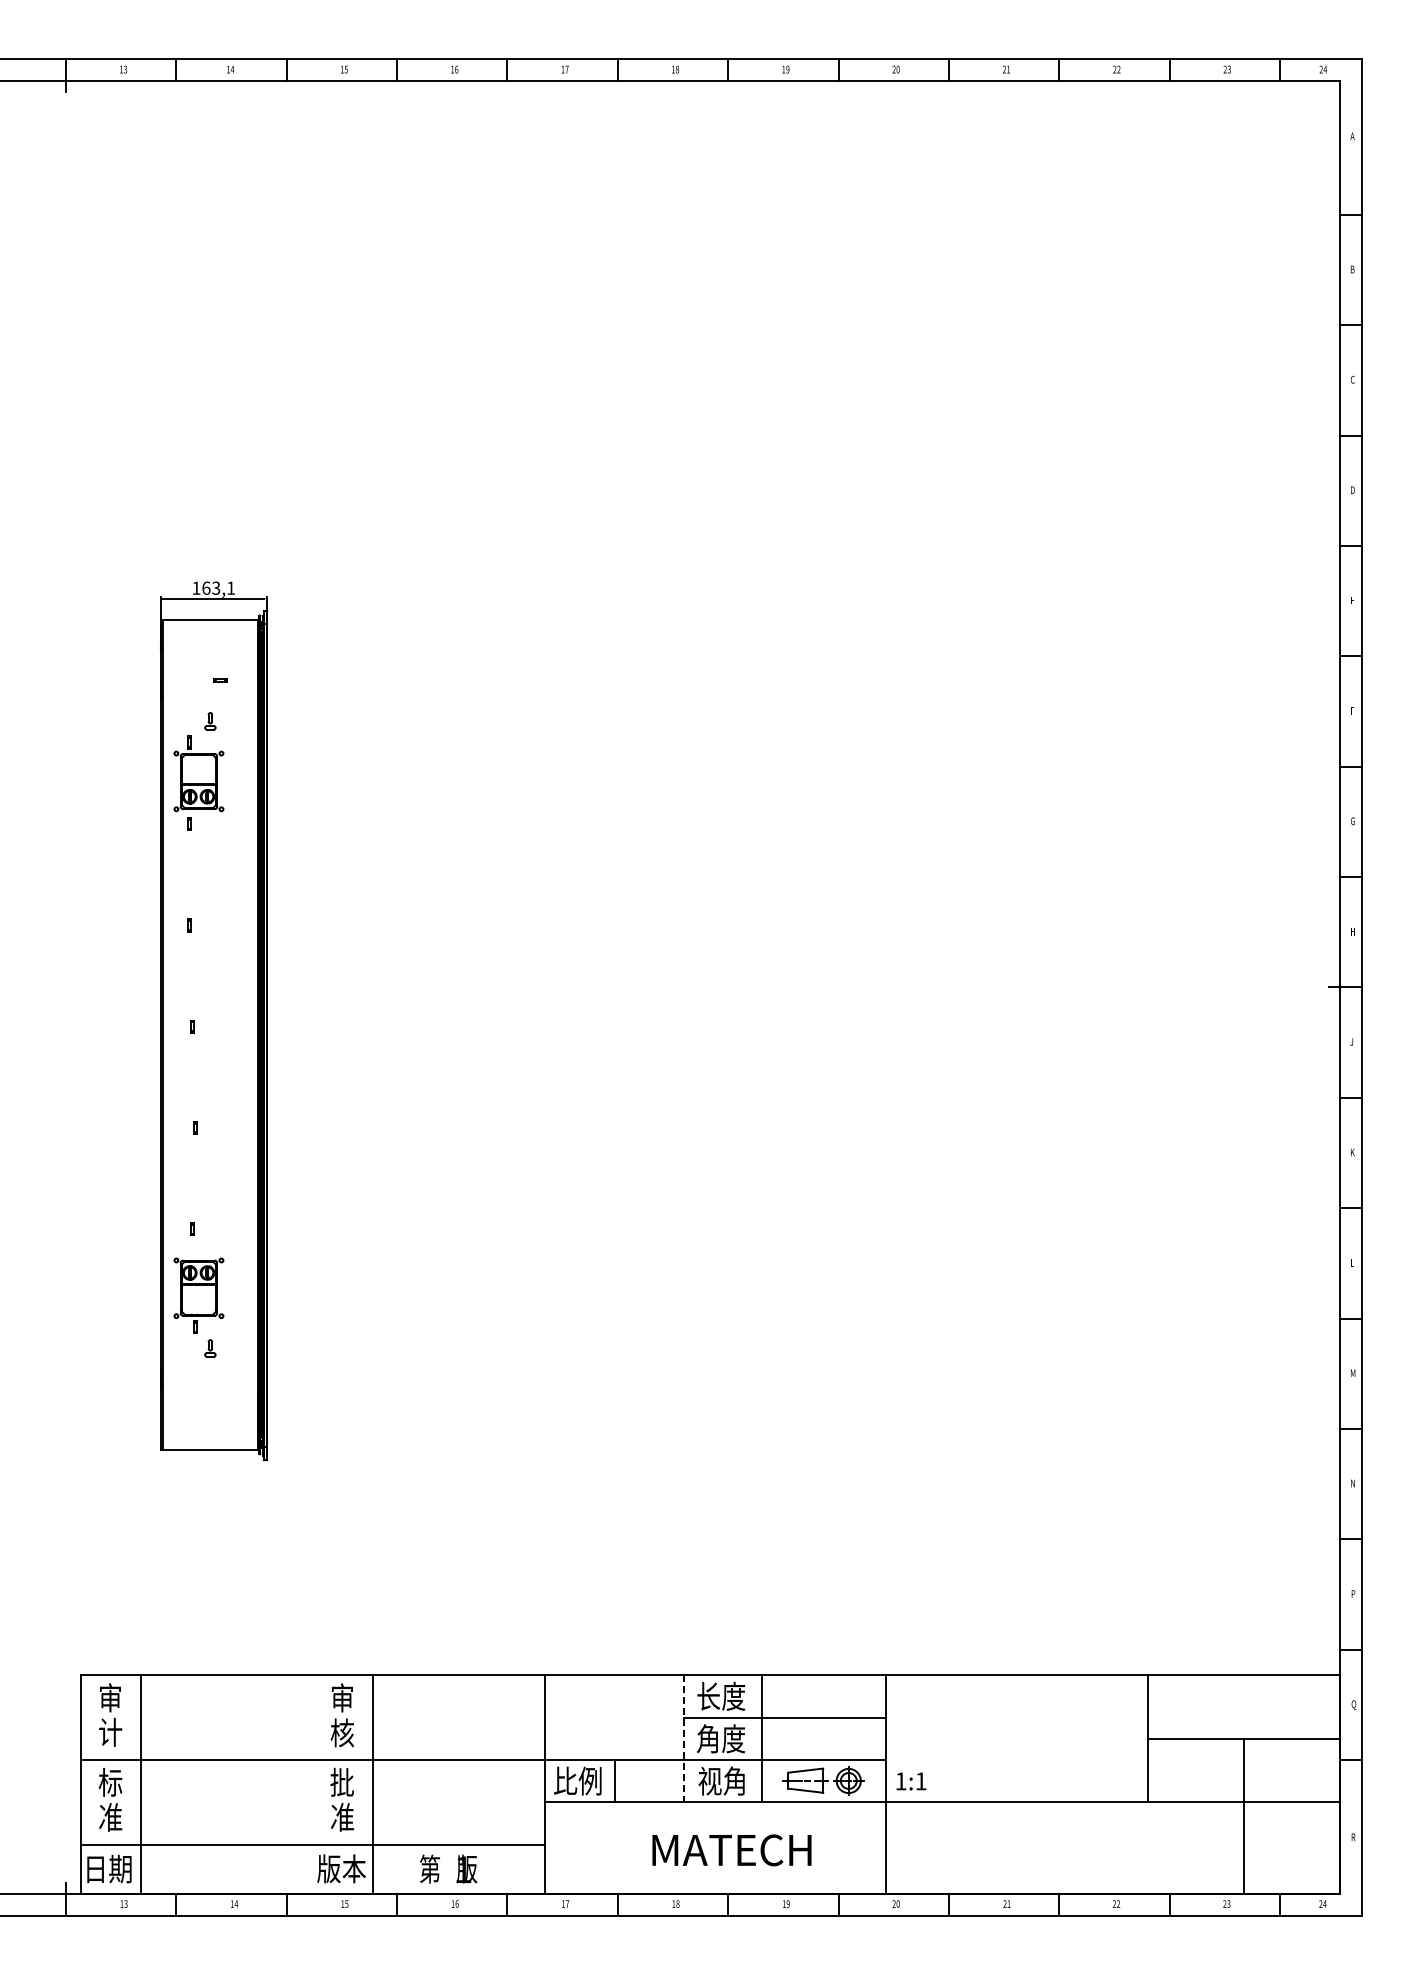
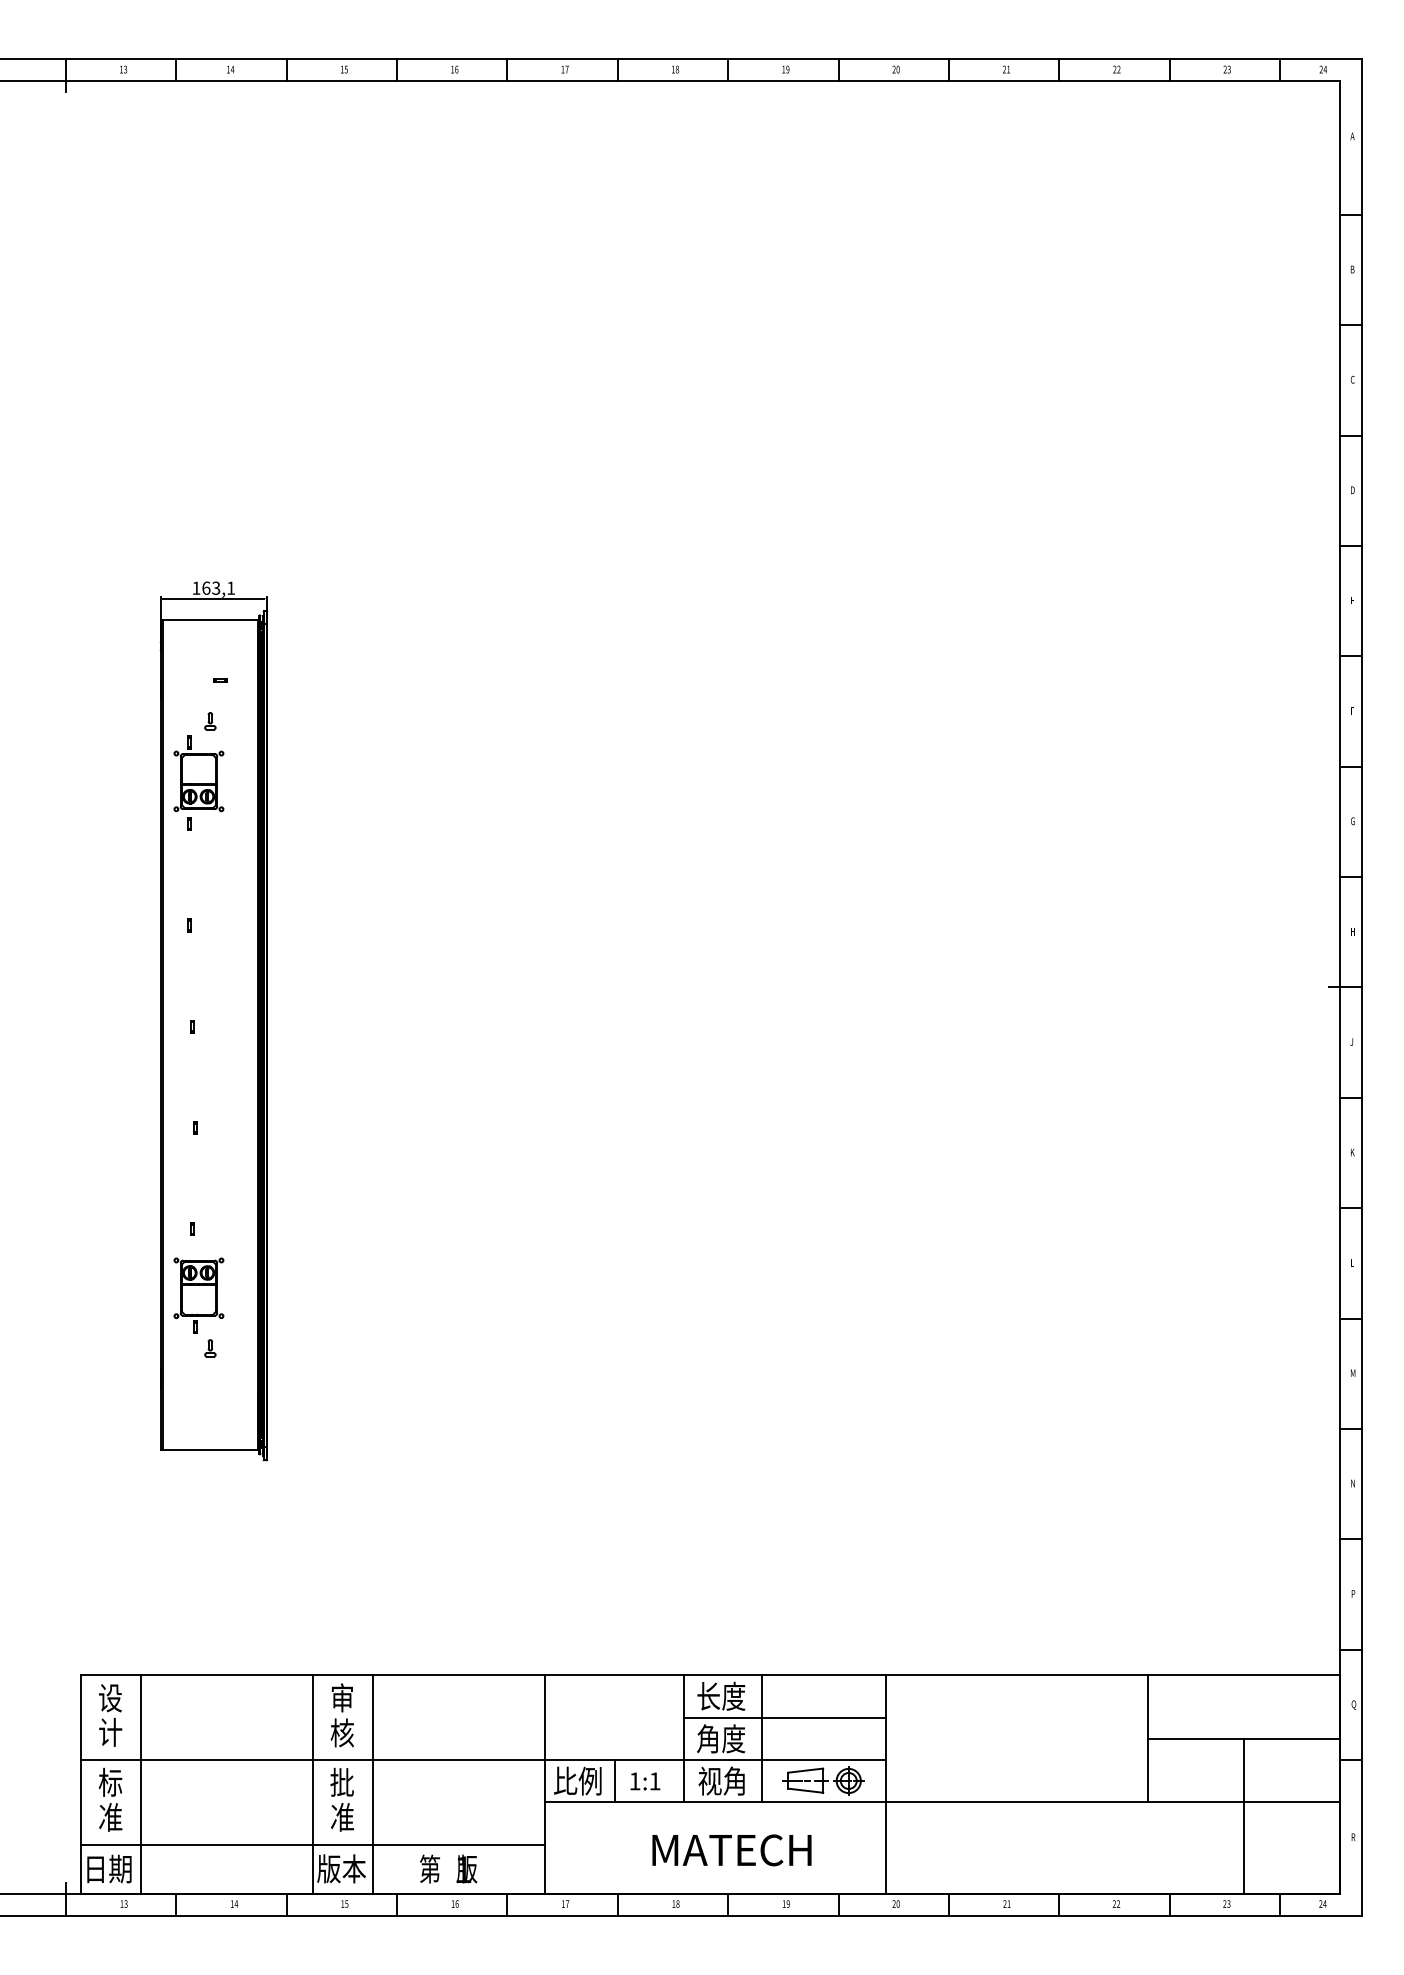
text at (110, 1697): 审 -> 设
line at (684, 1738): dashed -> solid
text at (911, 1781) position: (911, 1781) -> (645, 1781)
line at (313, 1784): none -> present
